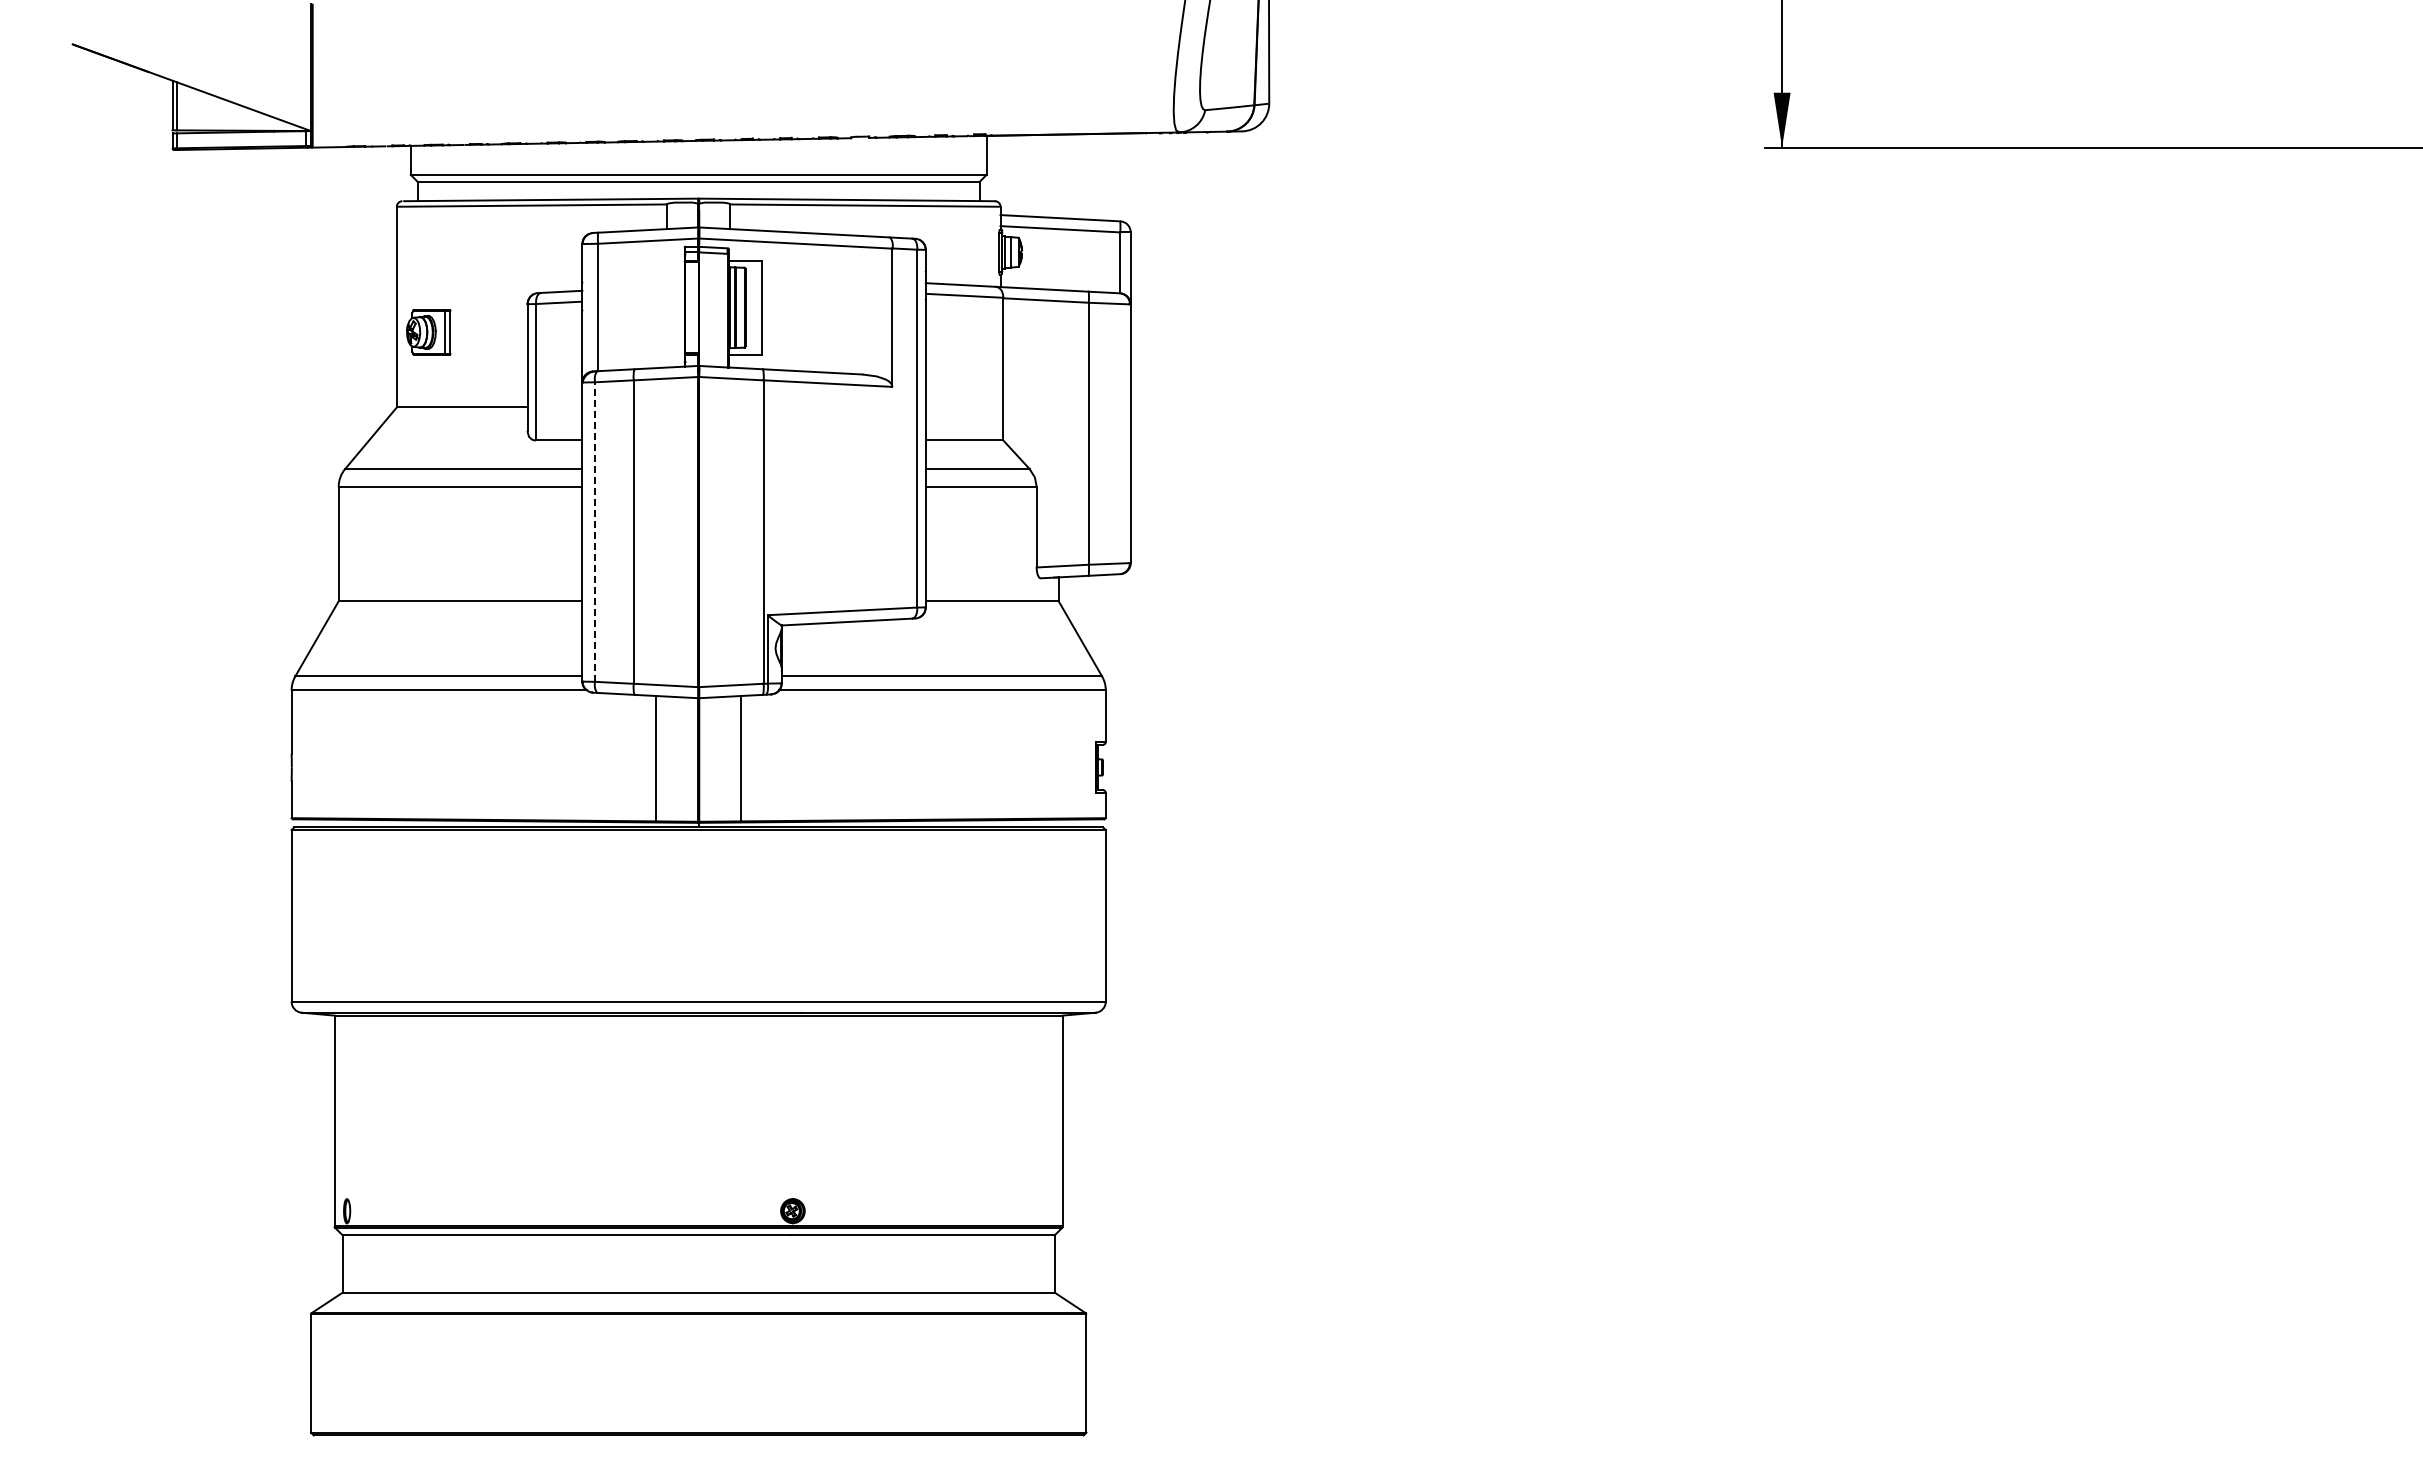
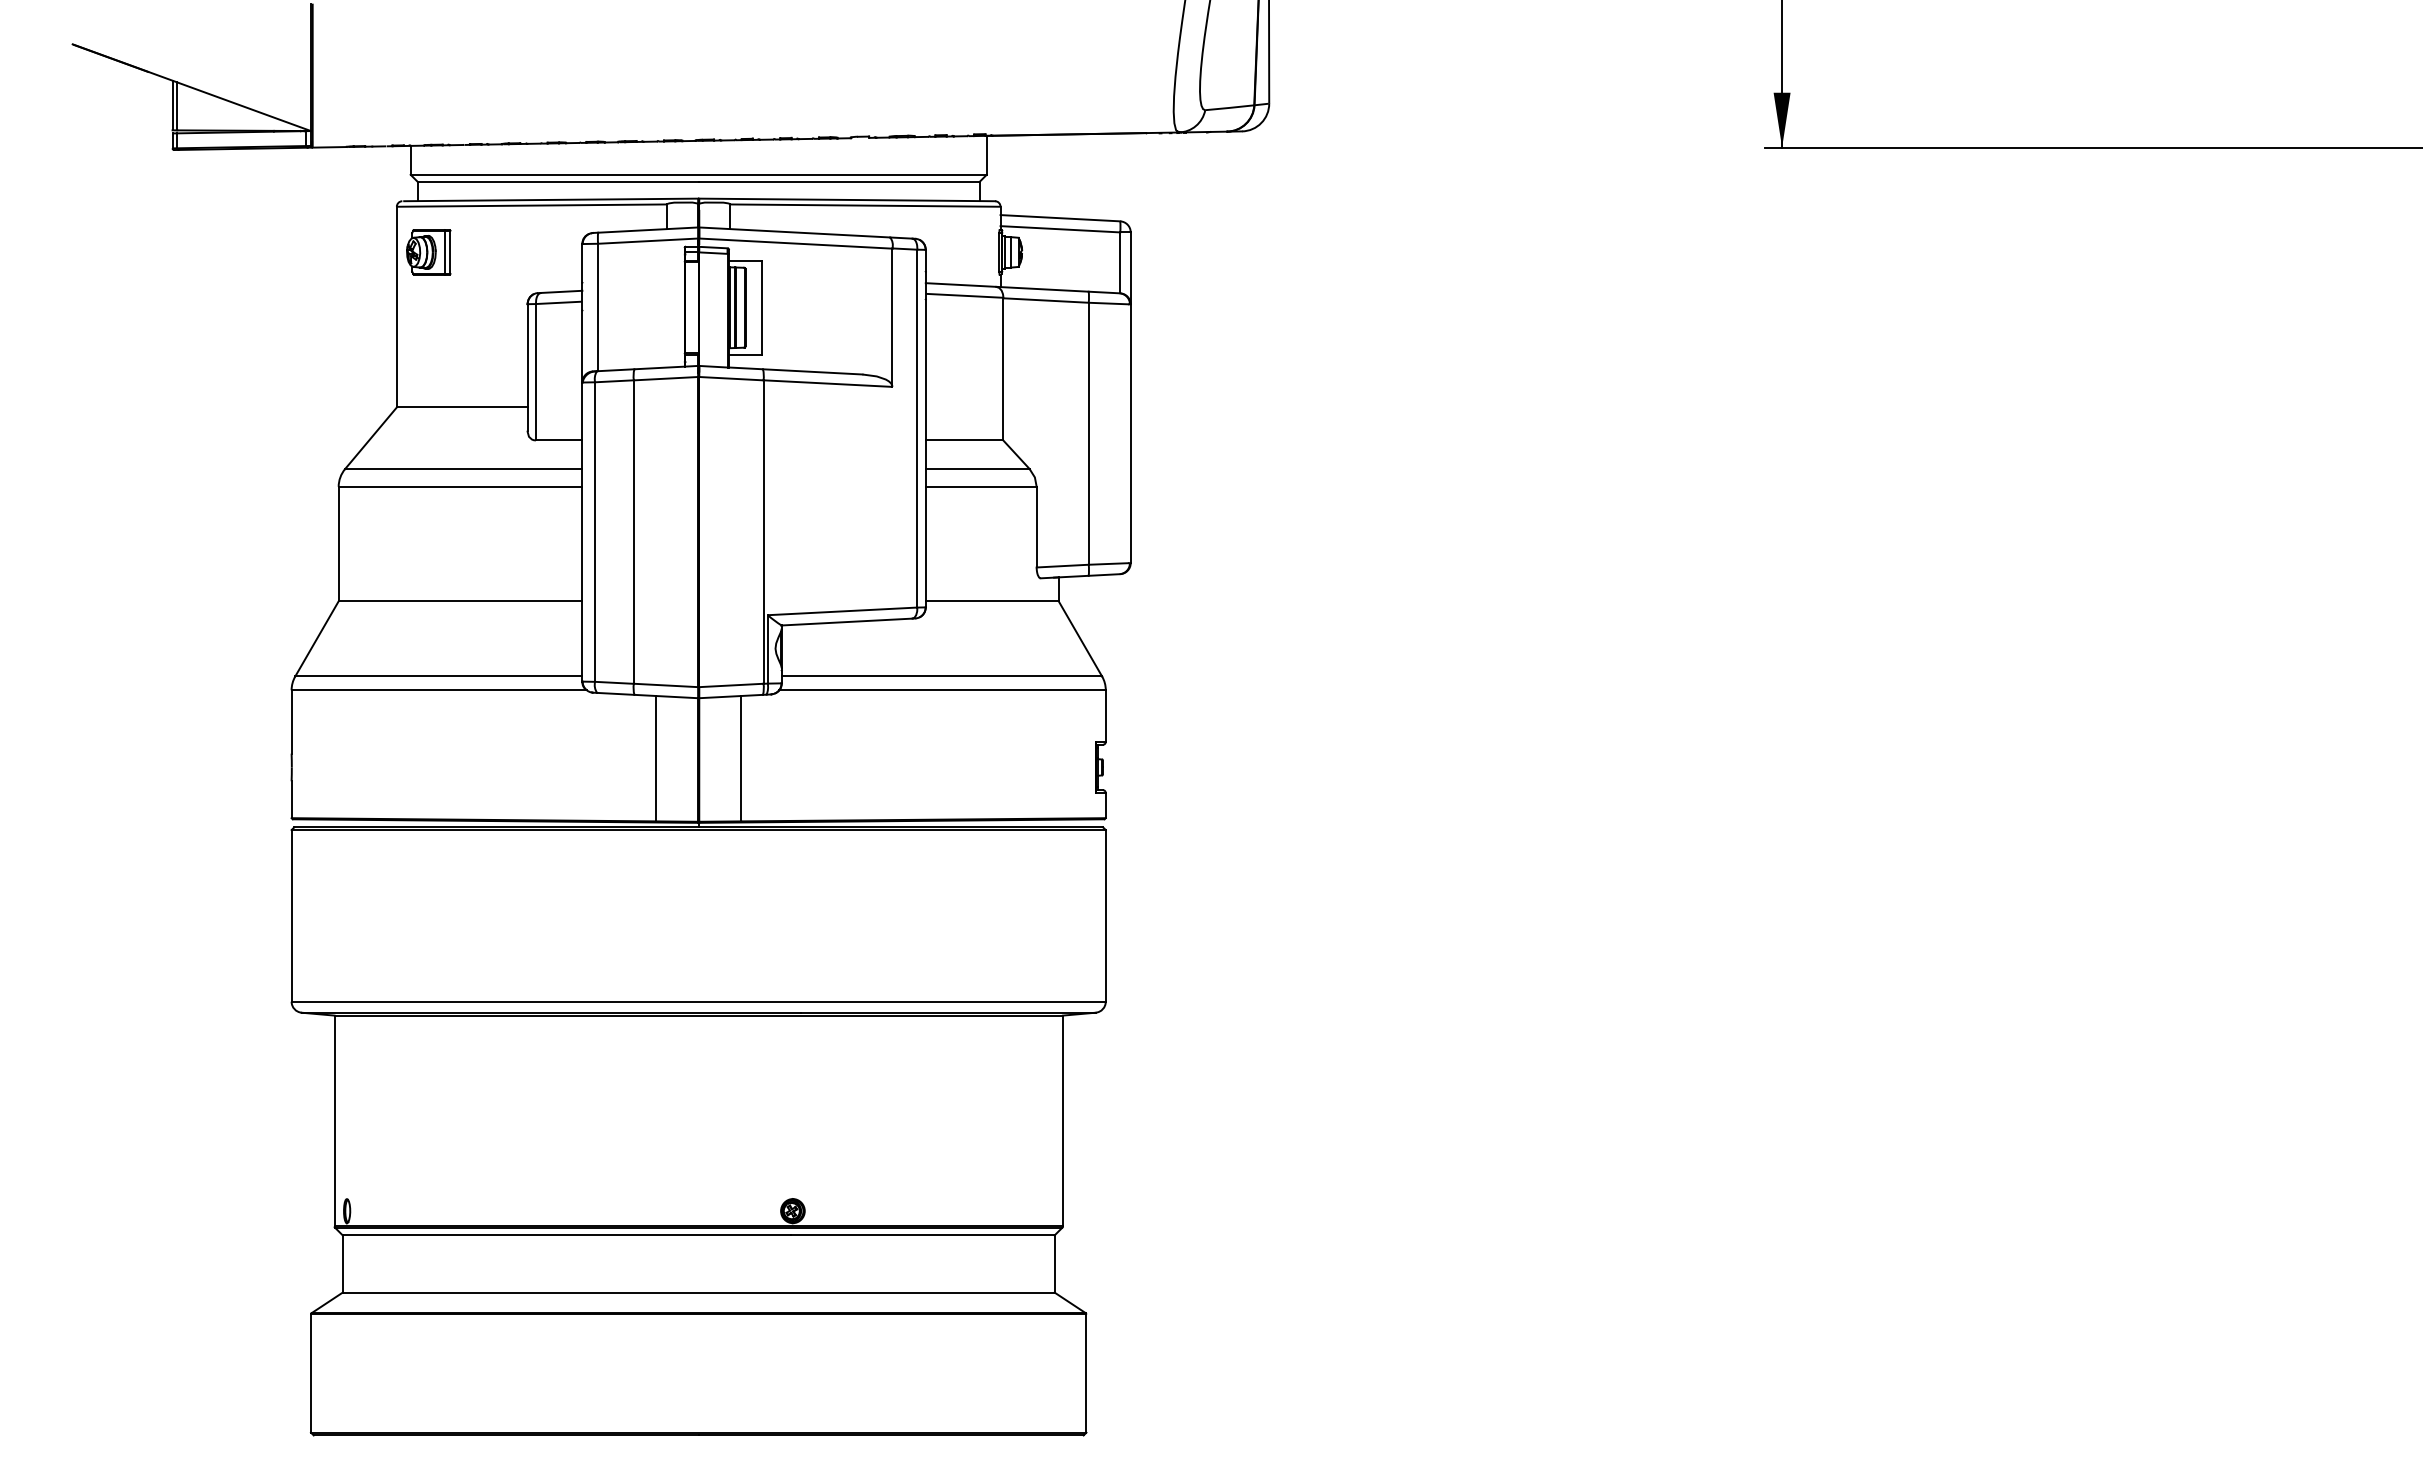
part at (428, 332) position: (428, 332) -> (428, 252)
line at (595, 532): dashed -> solid
